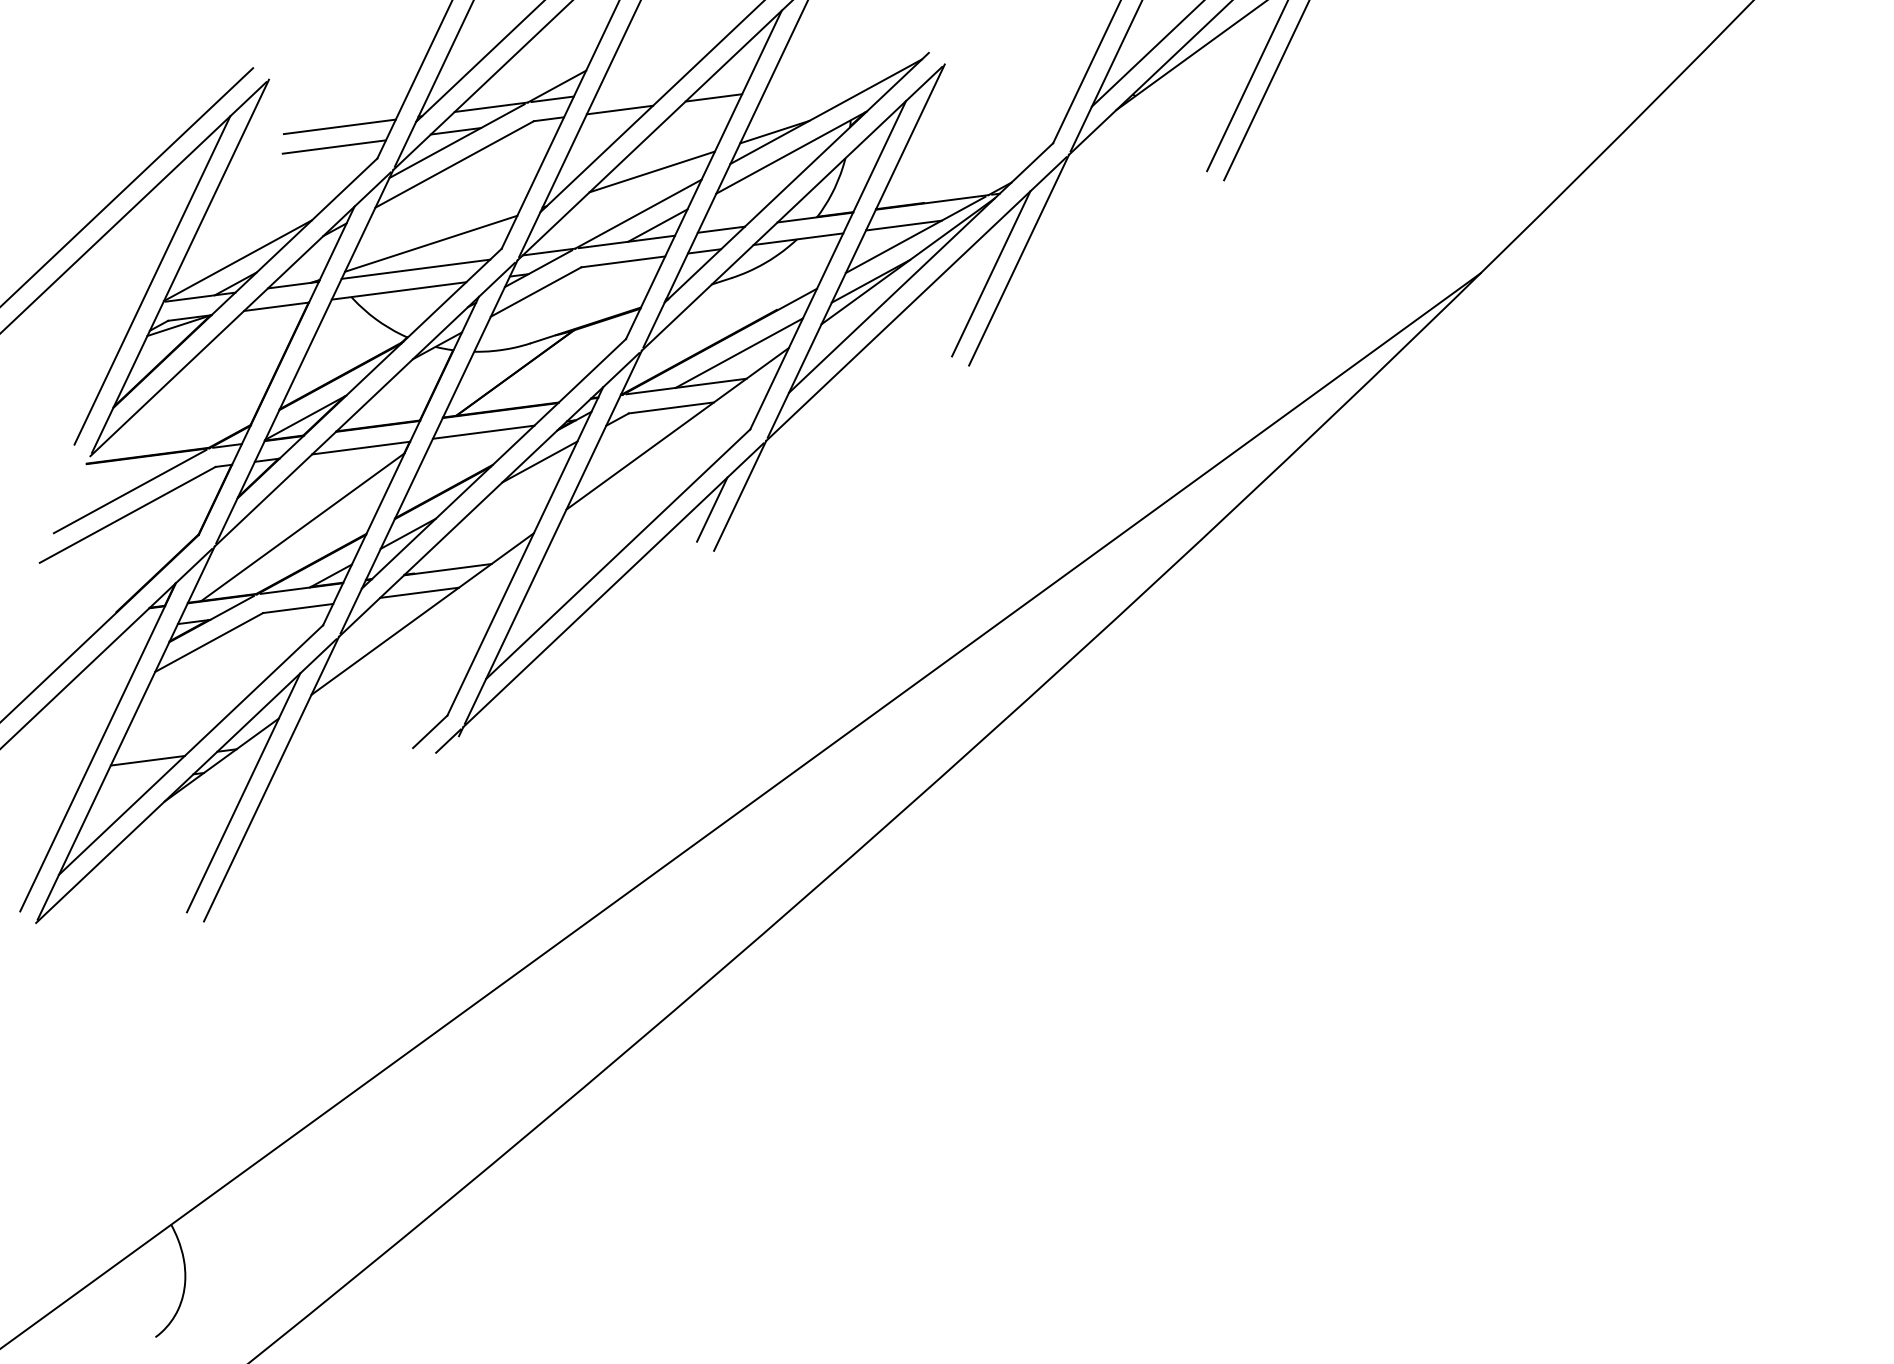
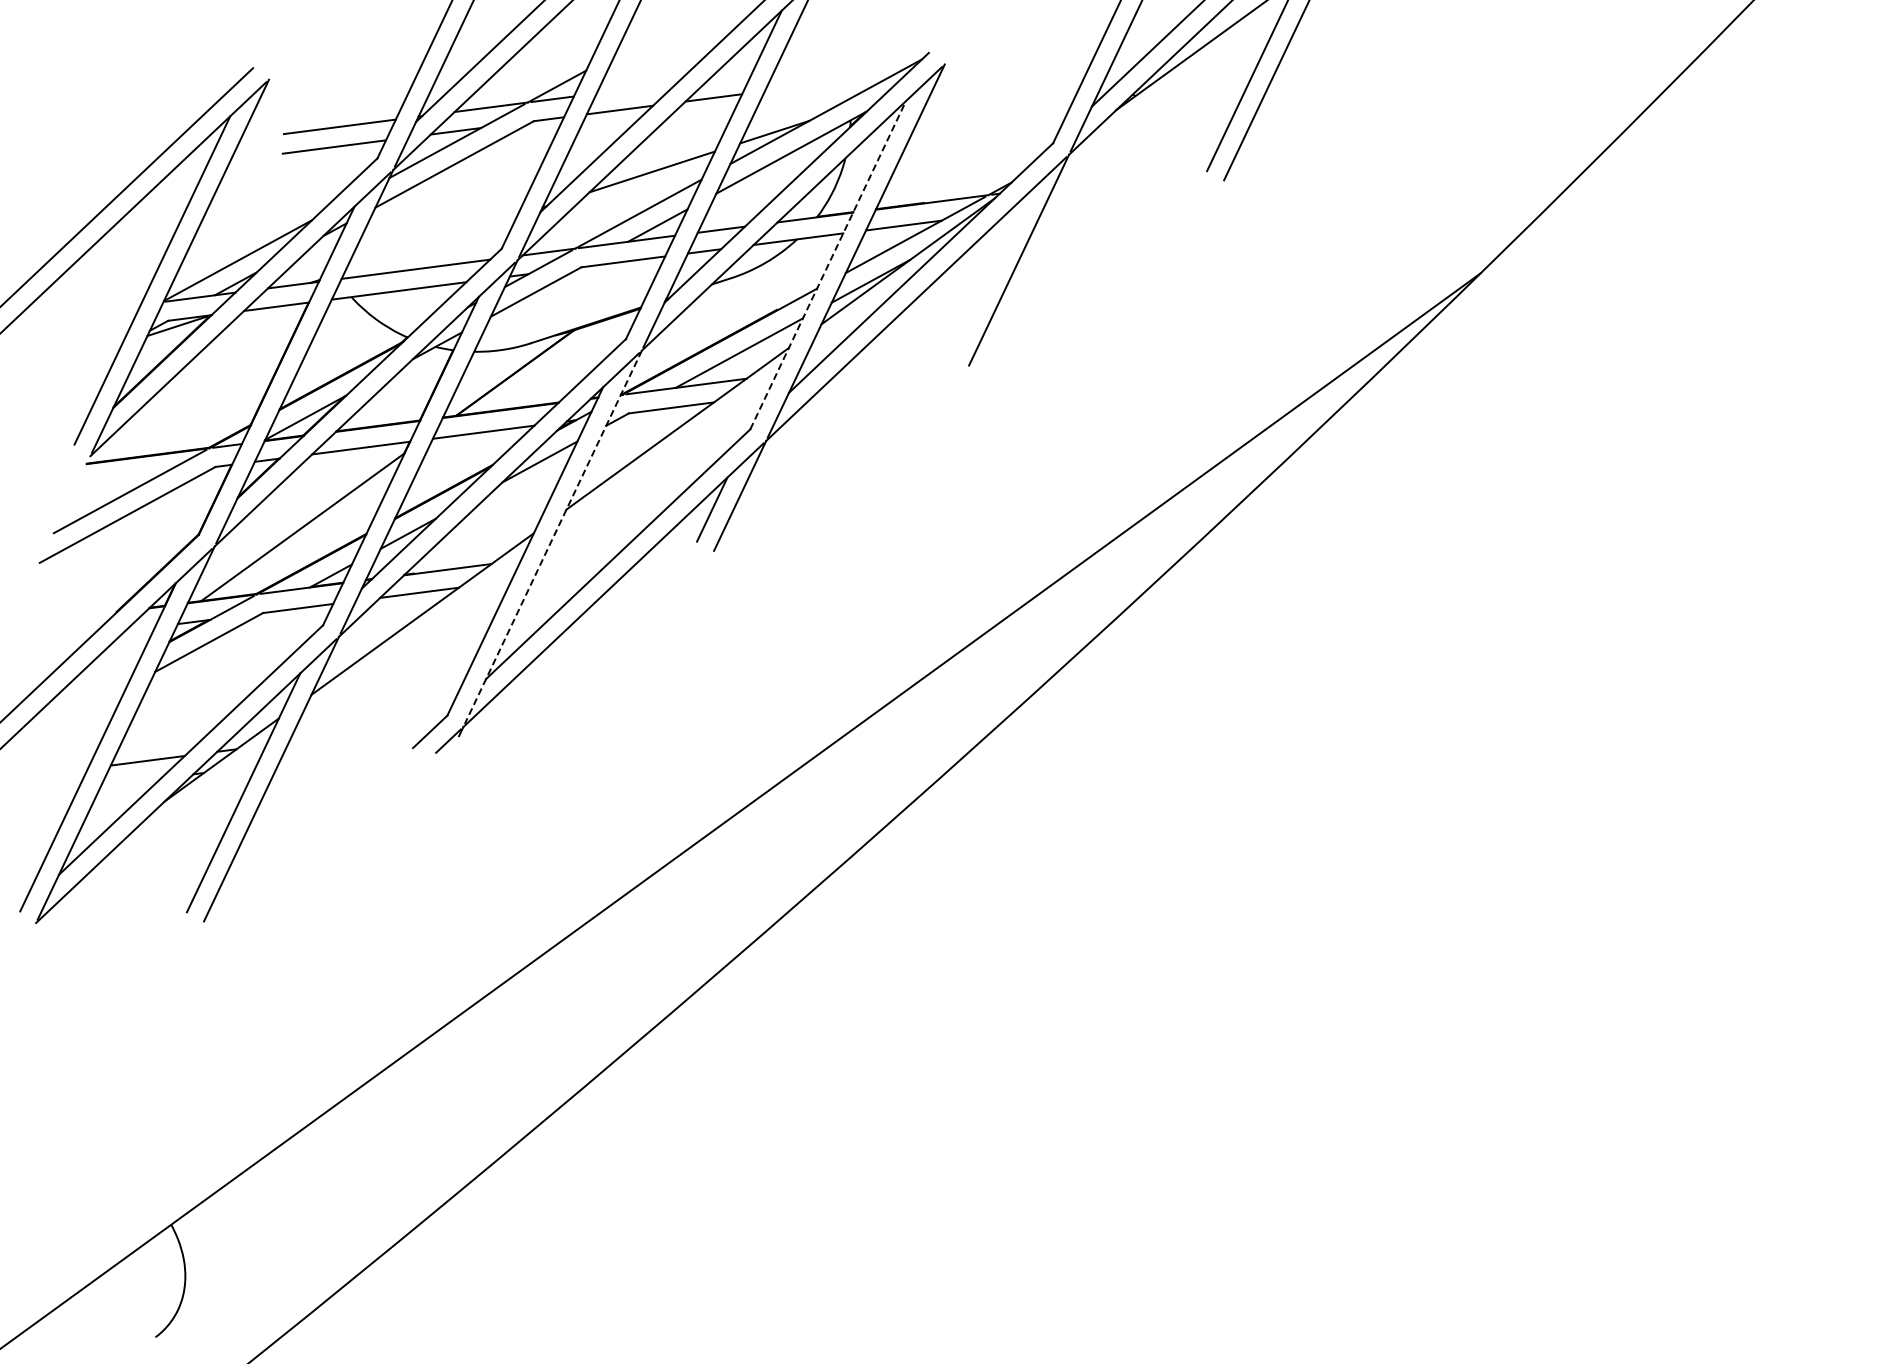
line at (431, 243): present -> none
line at (828, 265): solid -> dashed
line at (991, 273): present -> none
line at (553, 537): solid -> dashed
